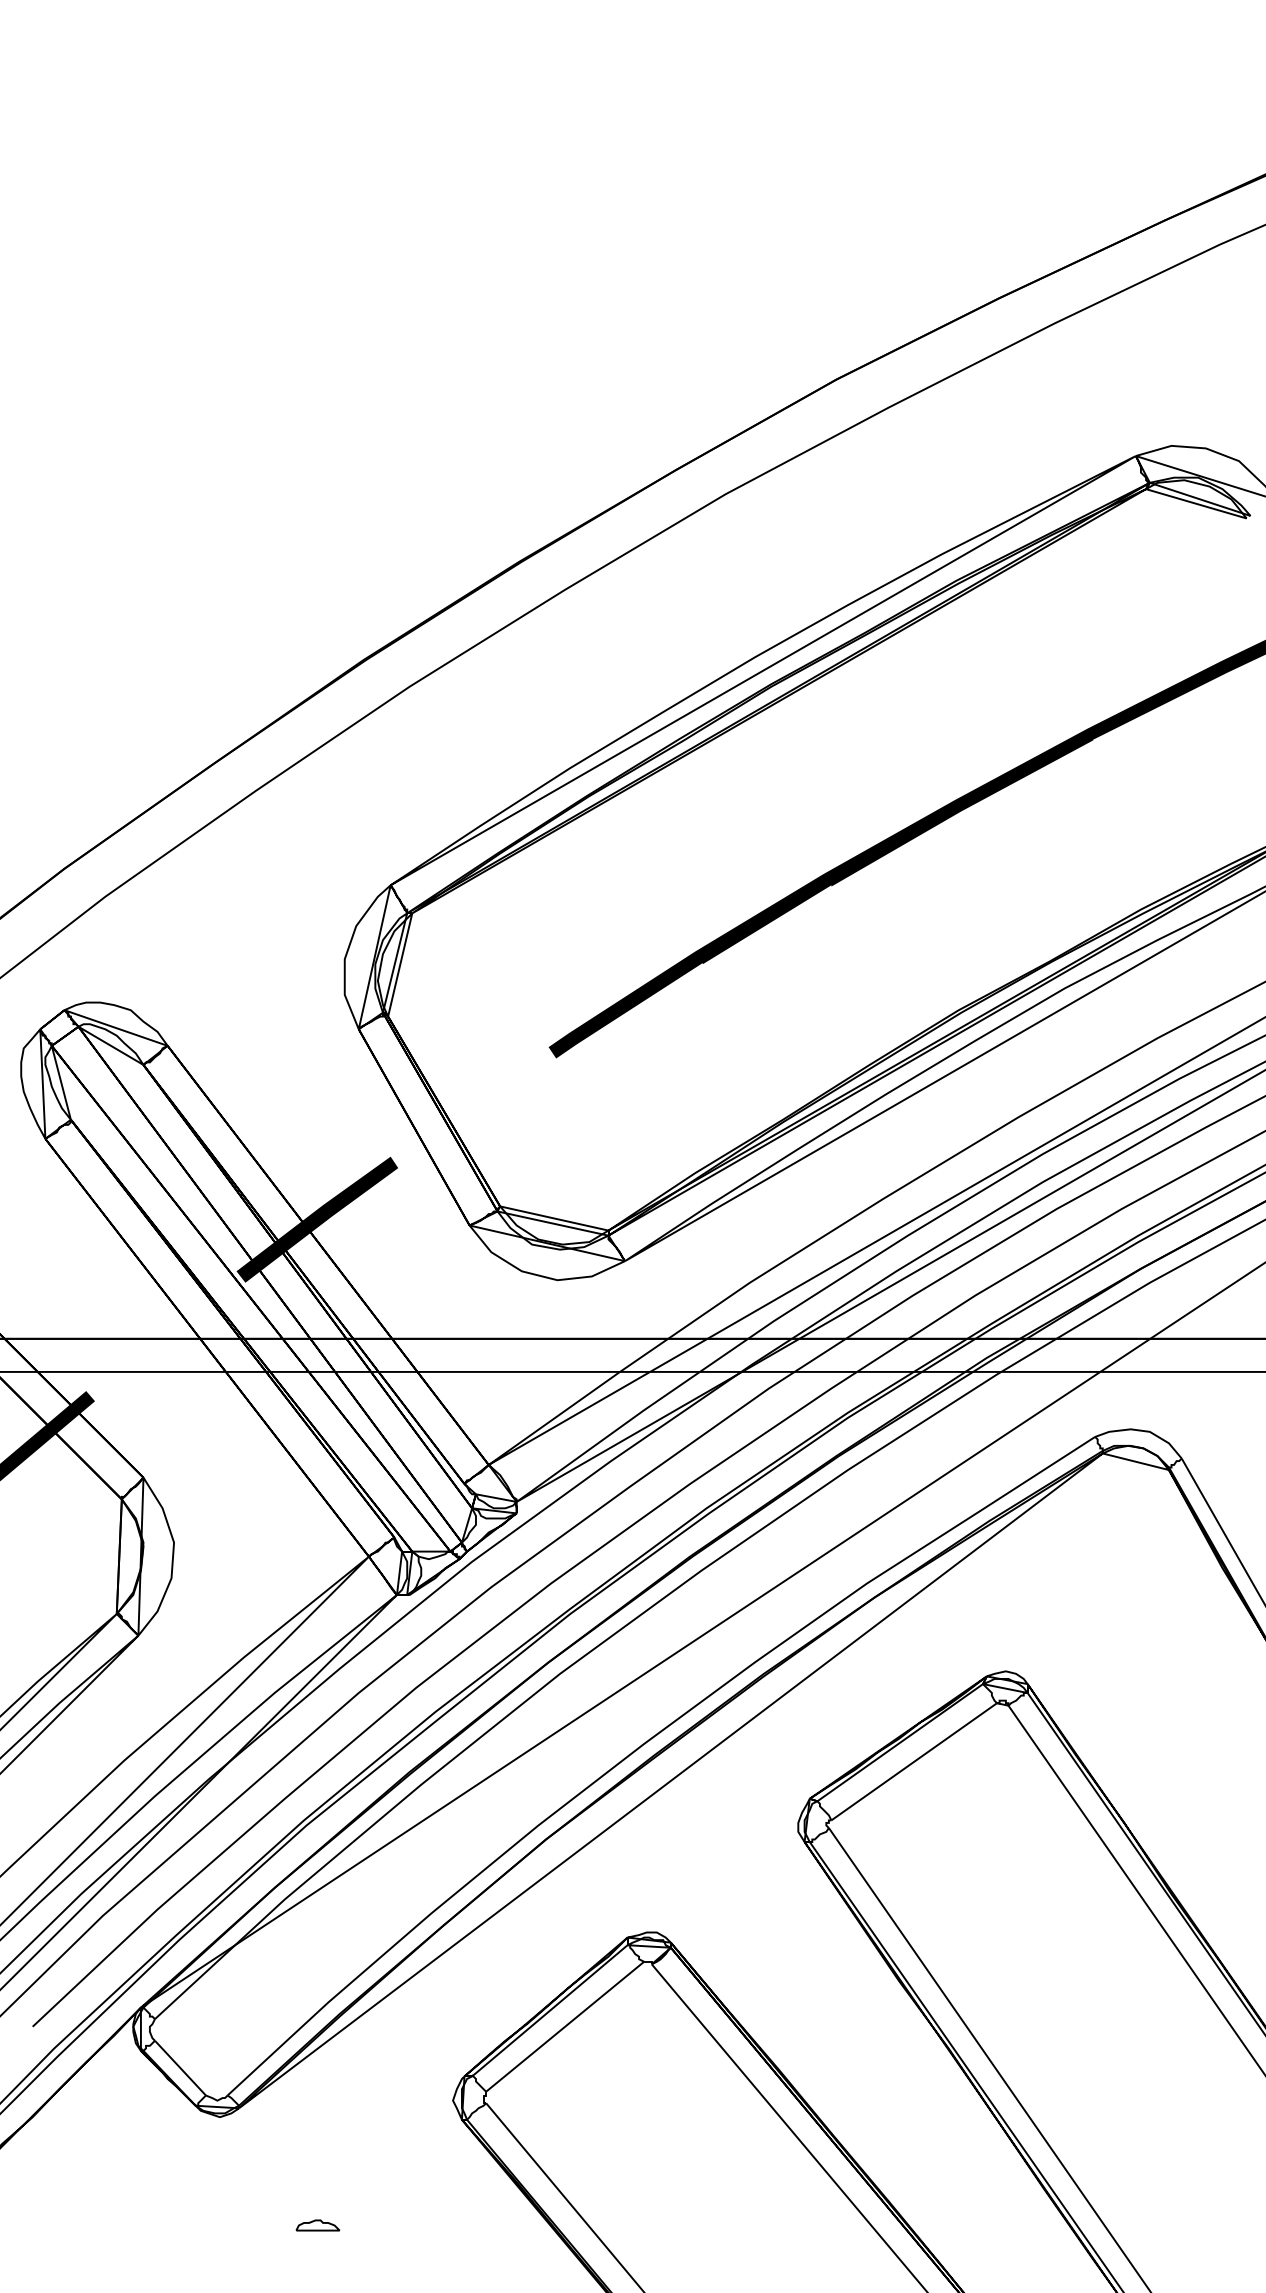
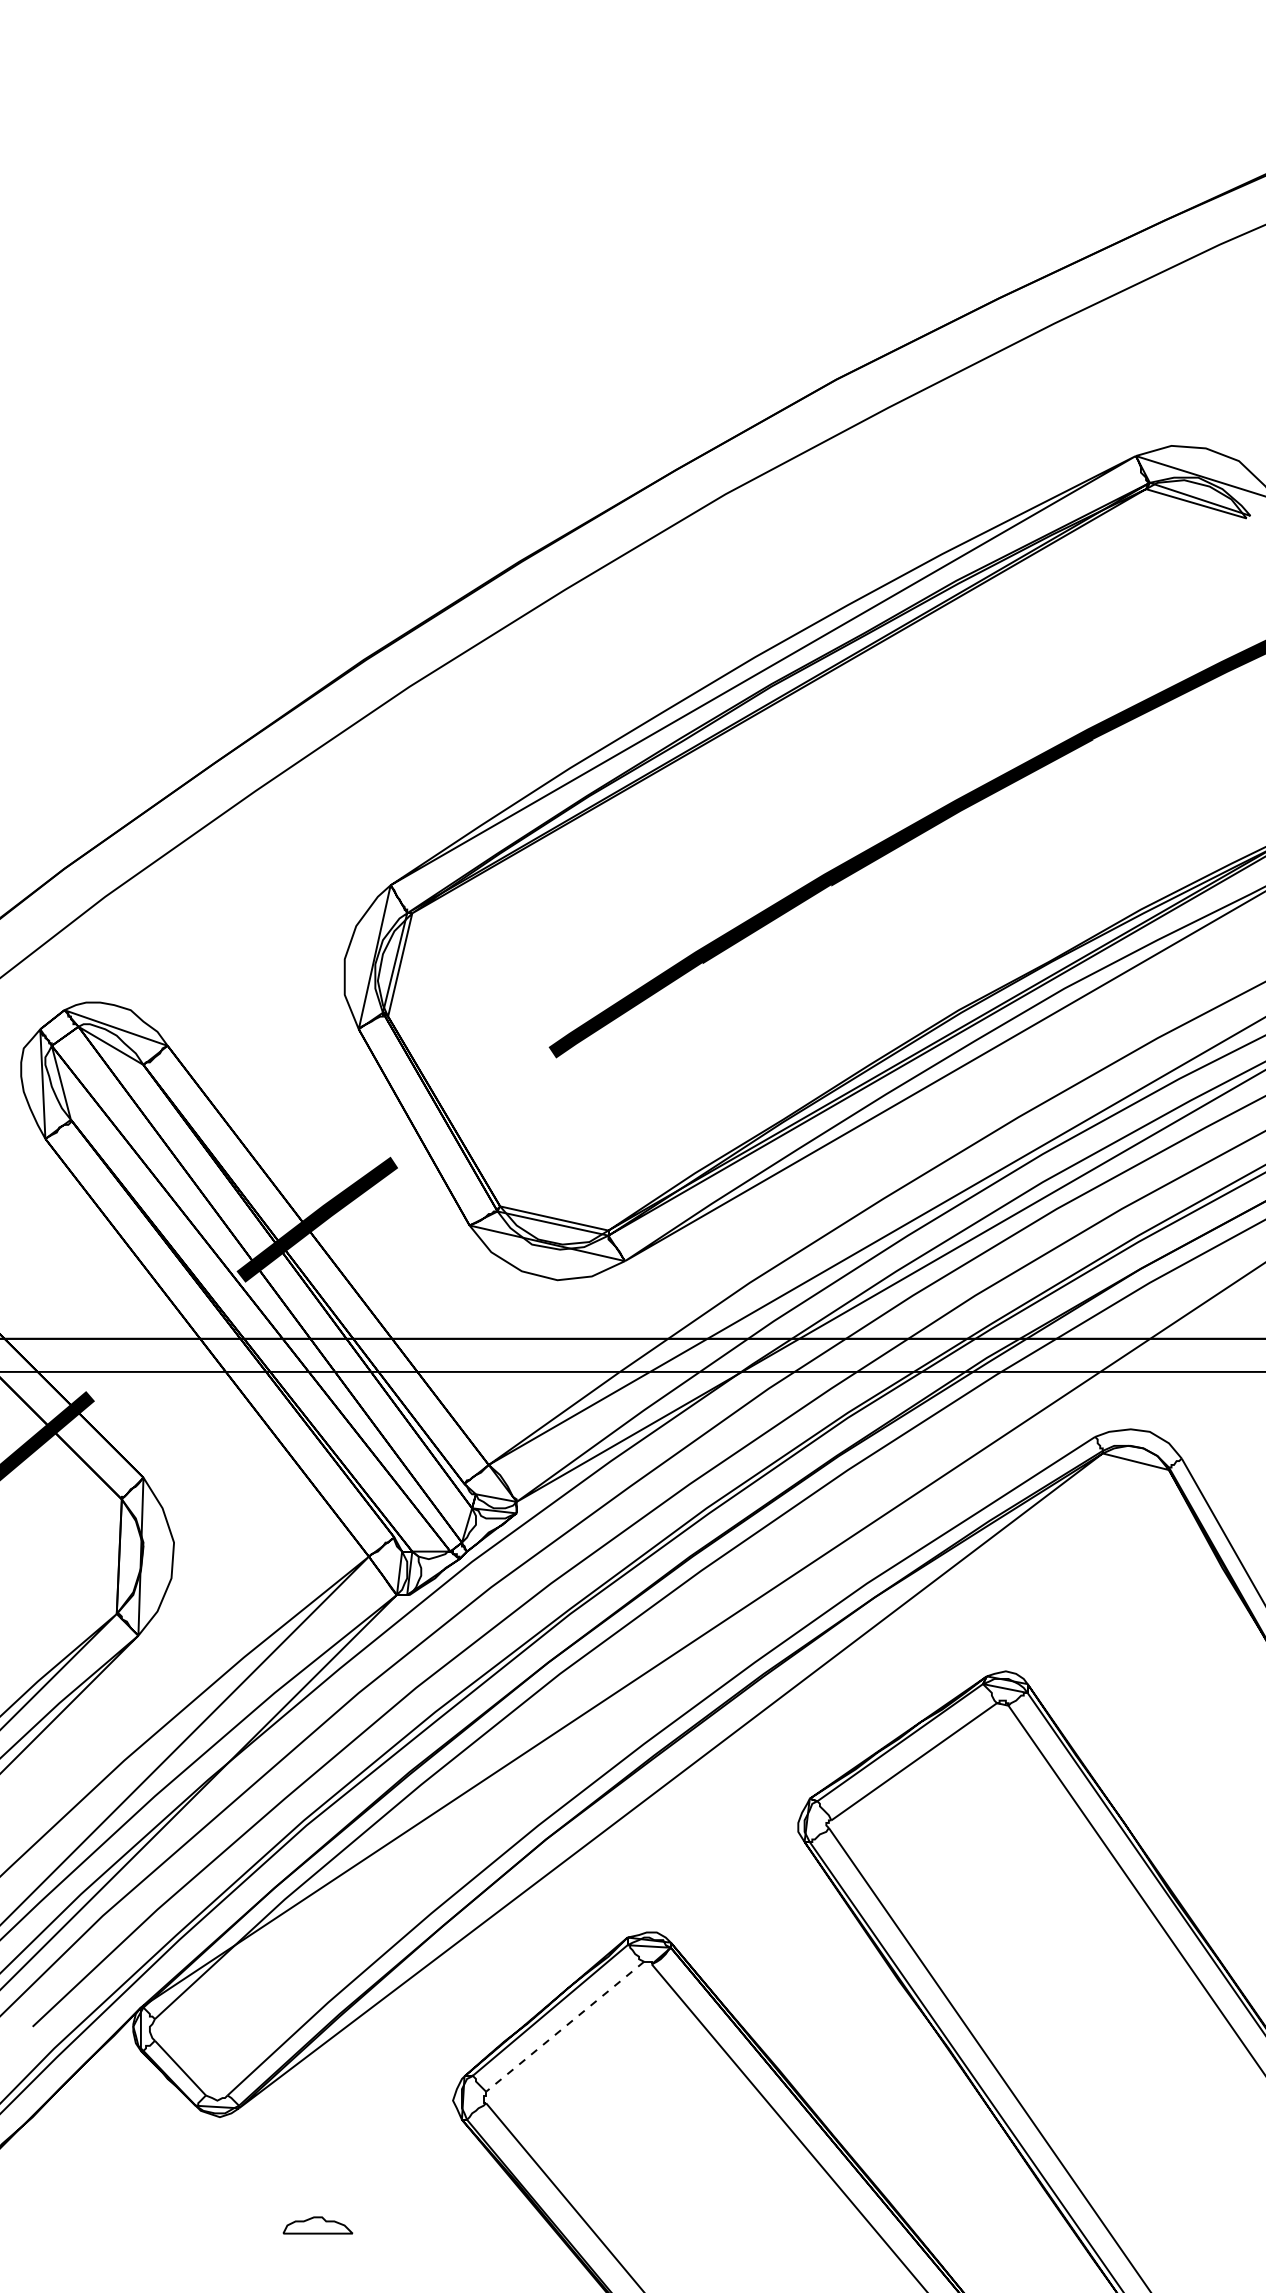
line at (564, 2027): solid -> dashed
part at (317, 2225) size: 46x13 px -> 72x19 px
